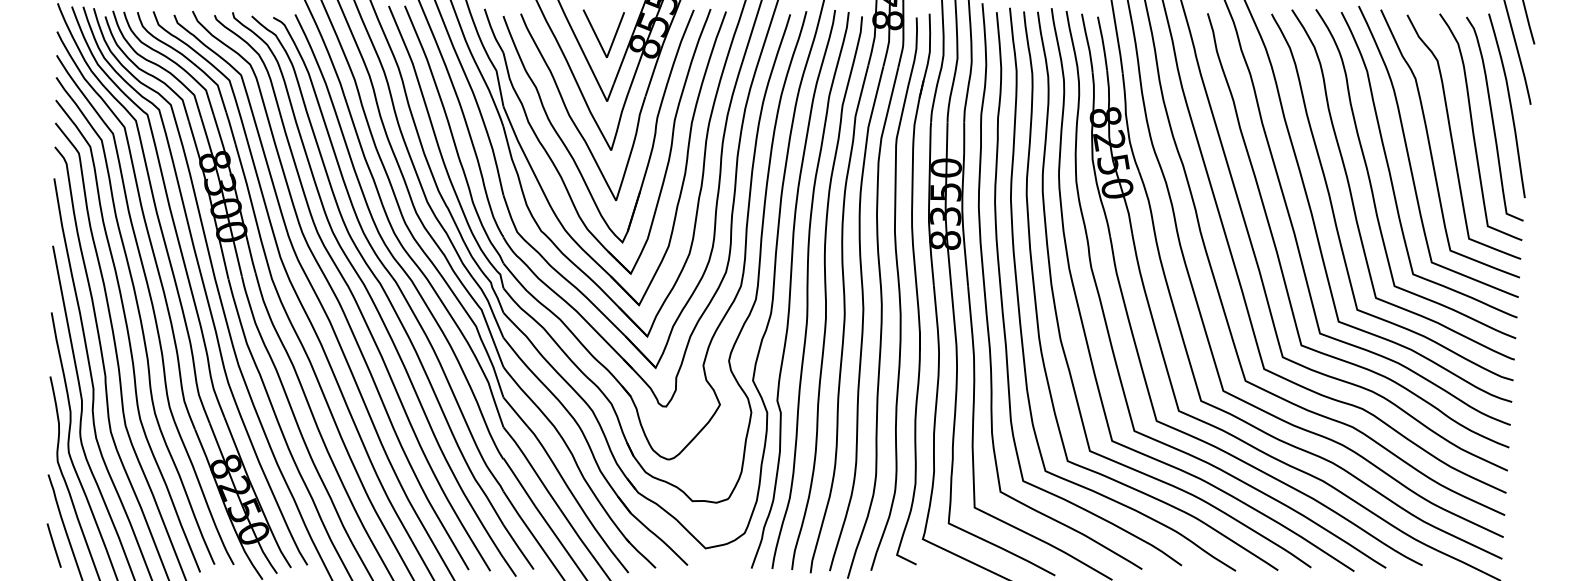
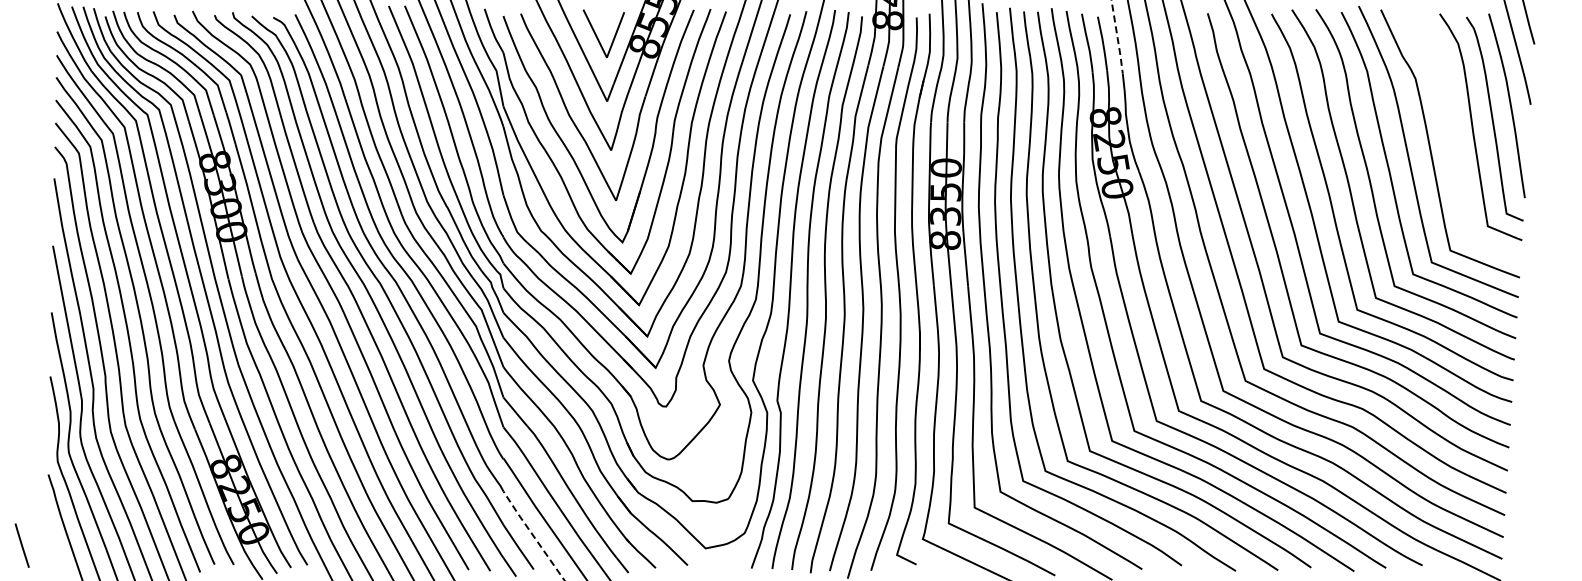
line at (1117, 38): solid -> dashed
curve at (1452, 136): present -> none
line at (533, 535): solid -> dashed
line at (53, 545) position: (53, 545) -> (21, 545)
